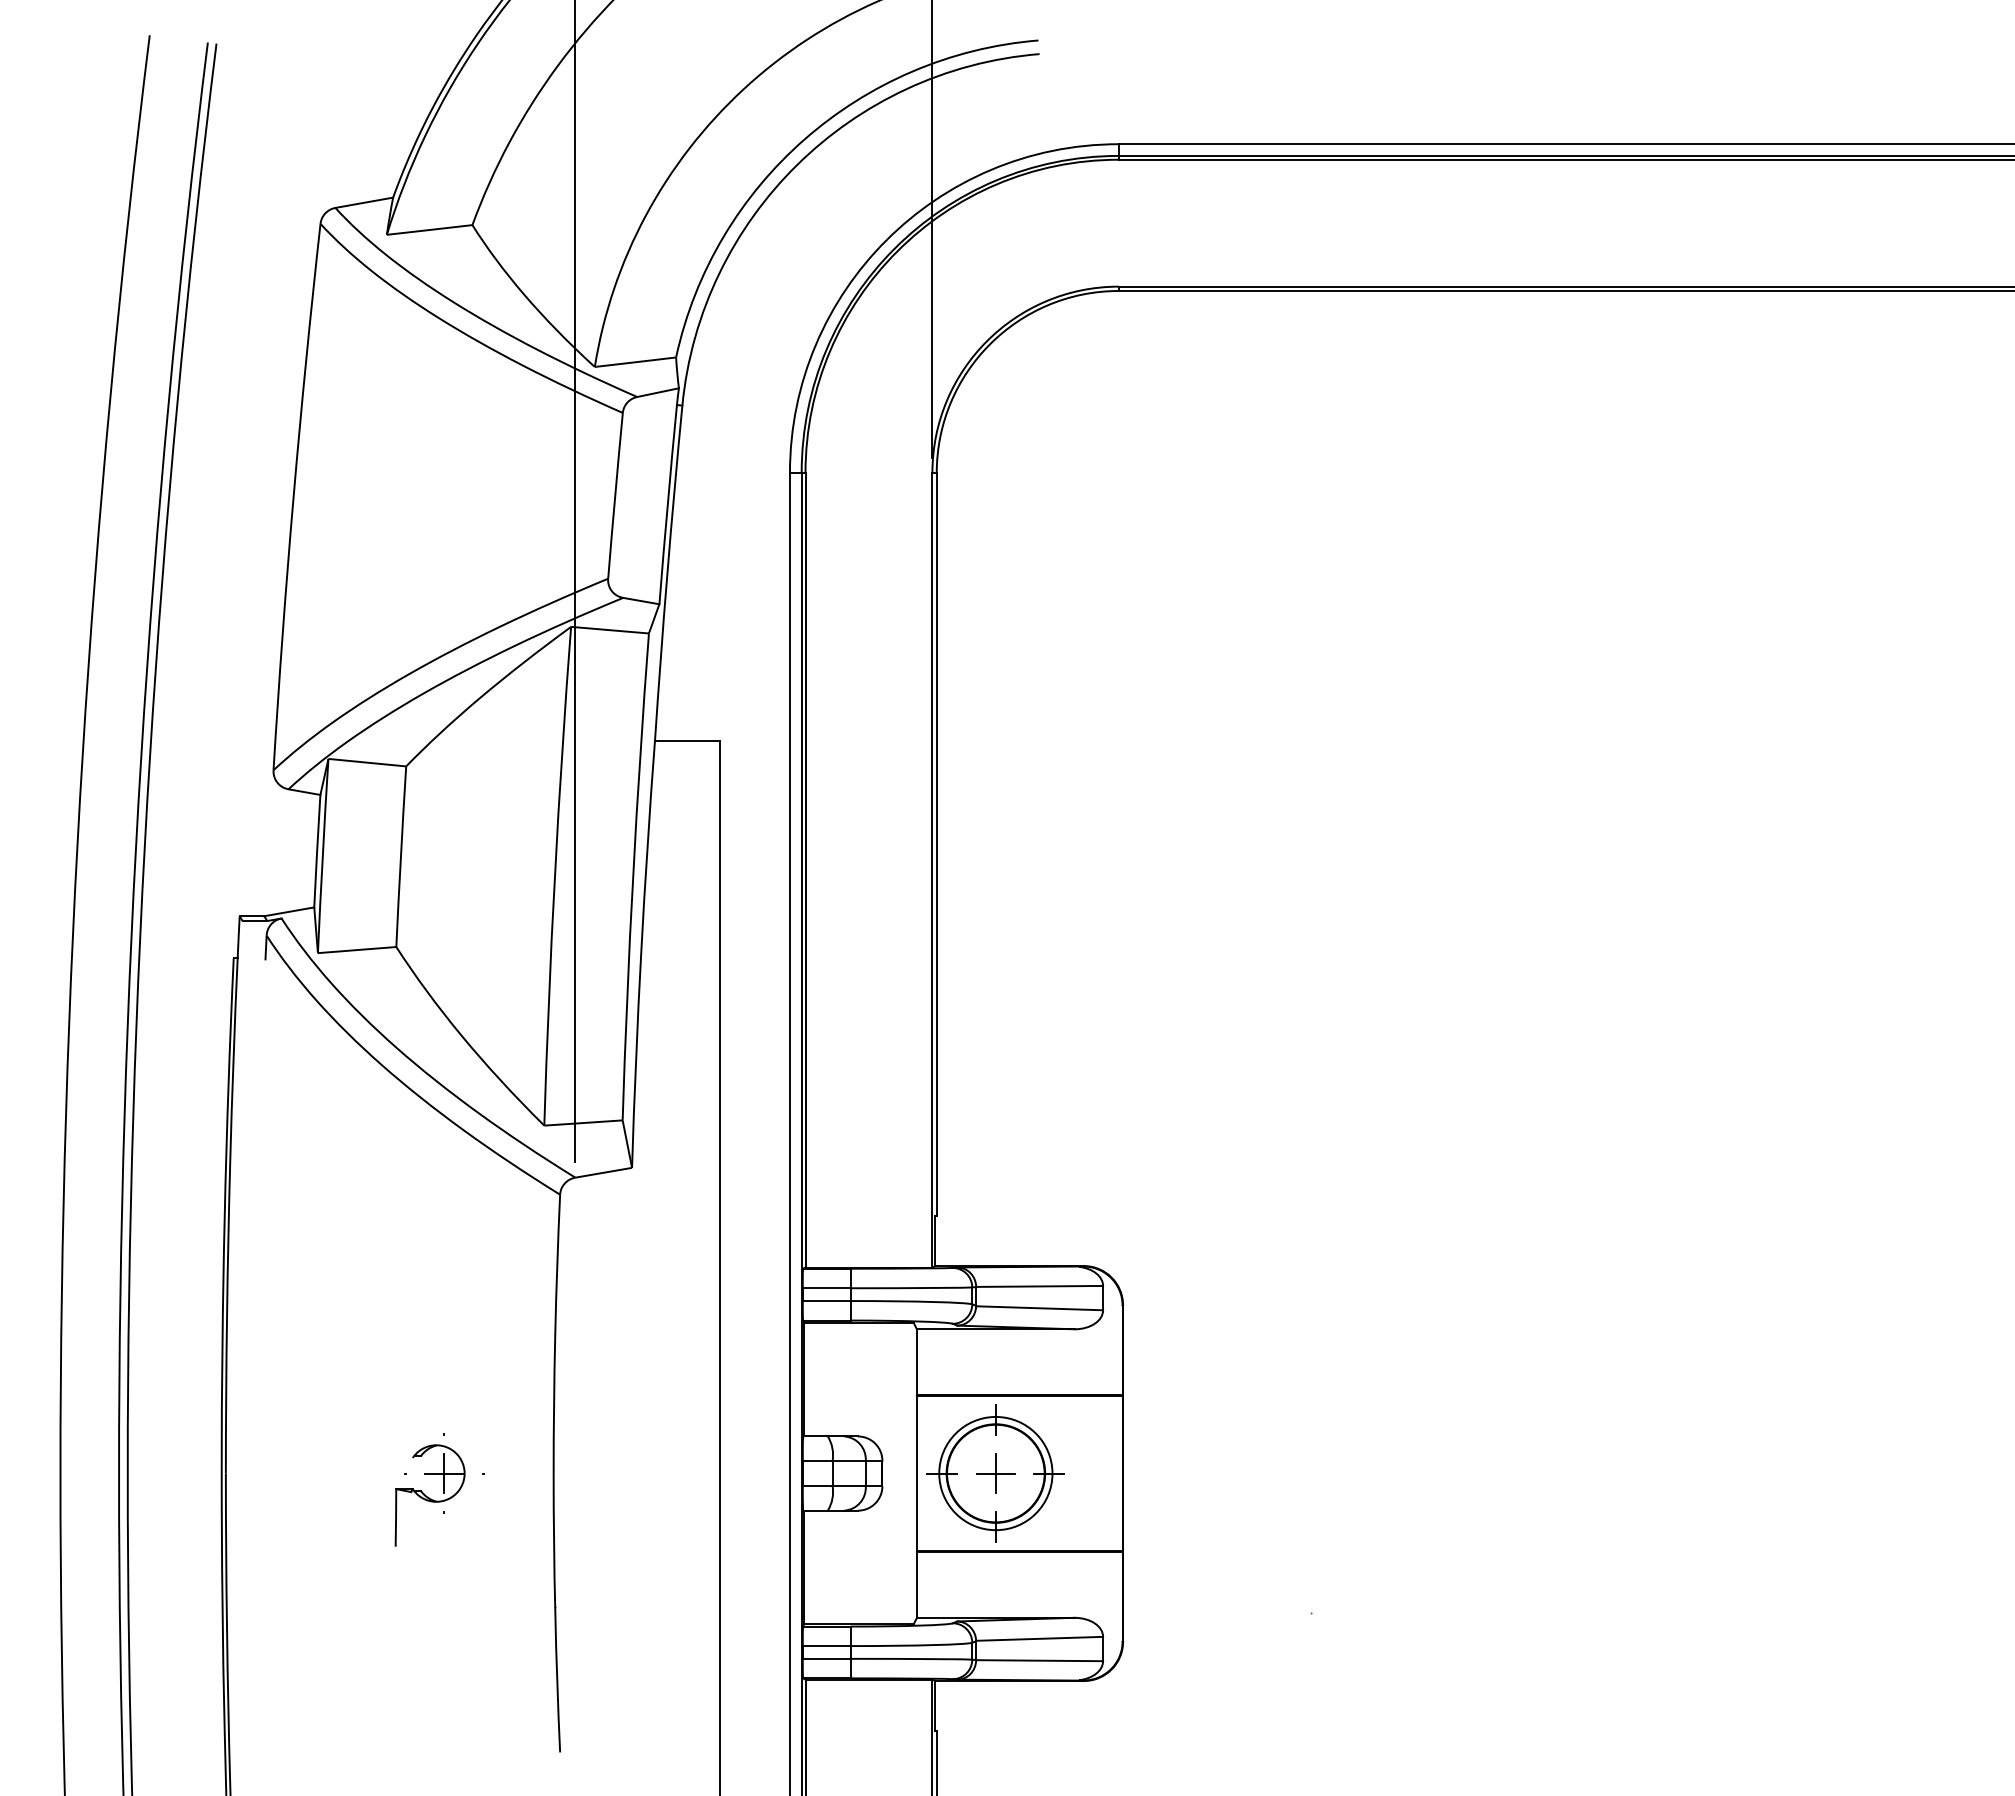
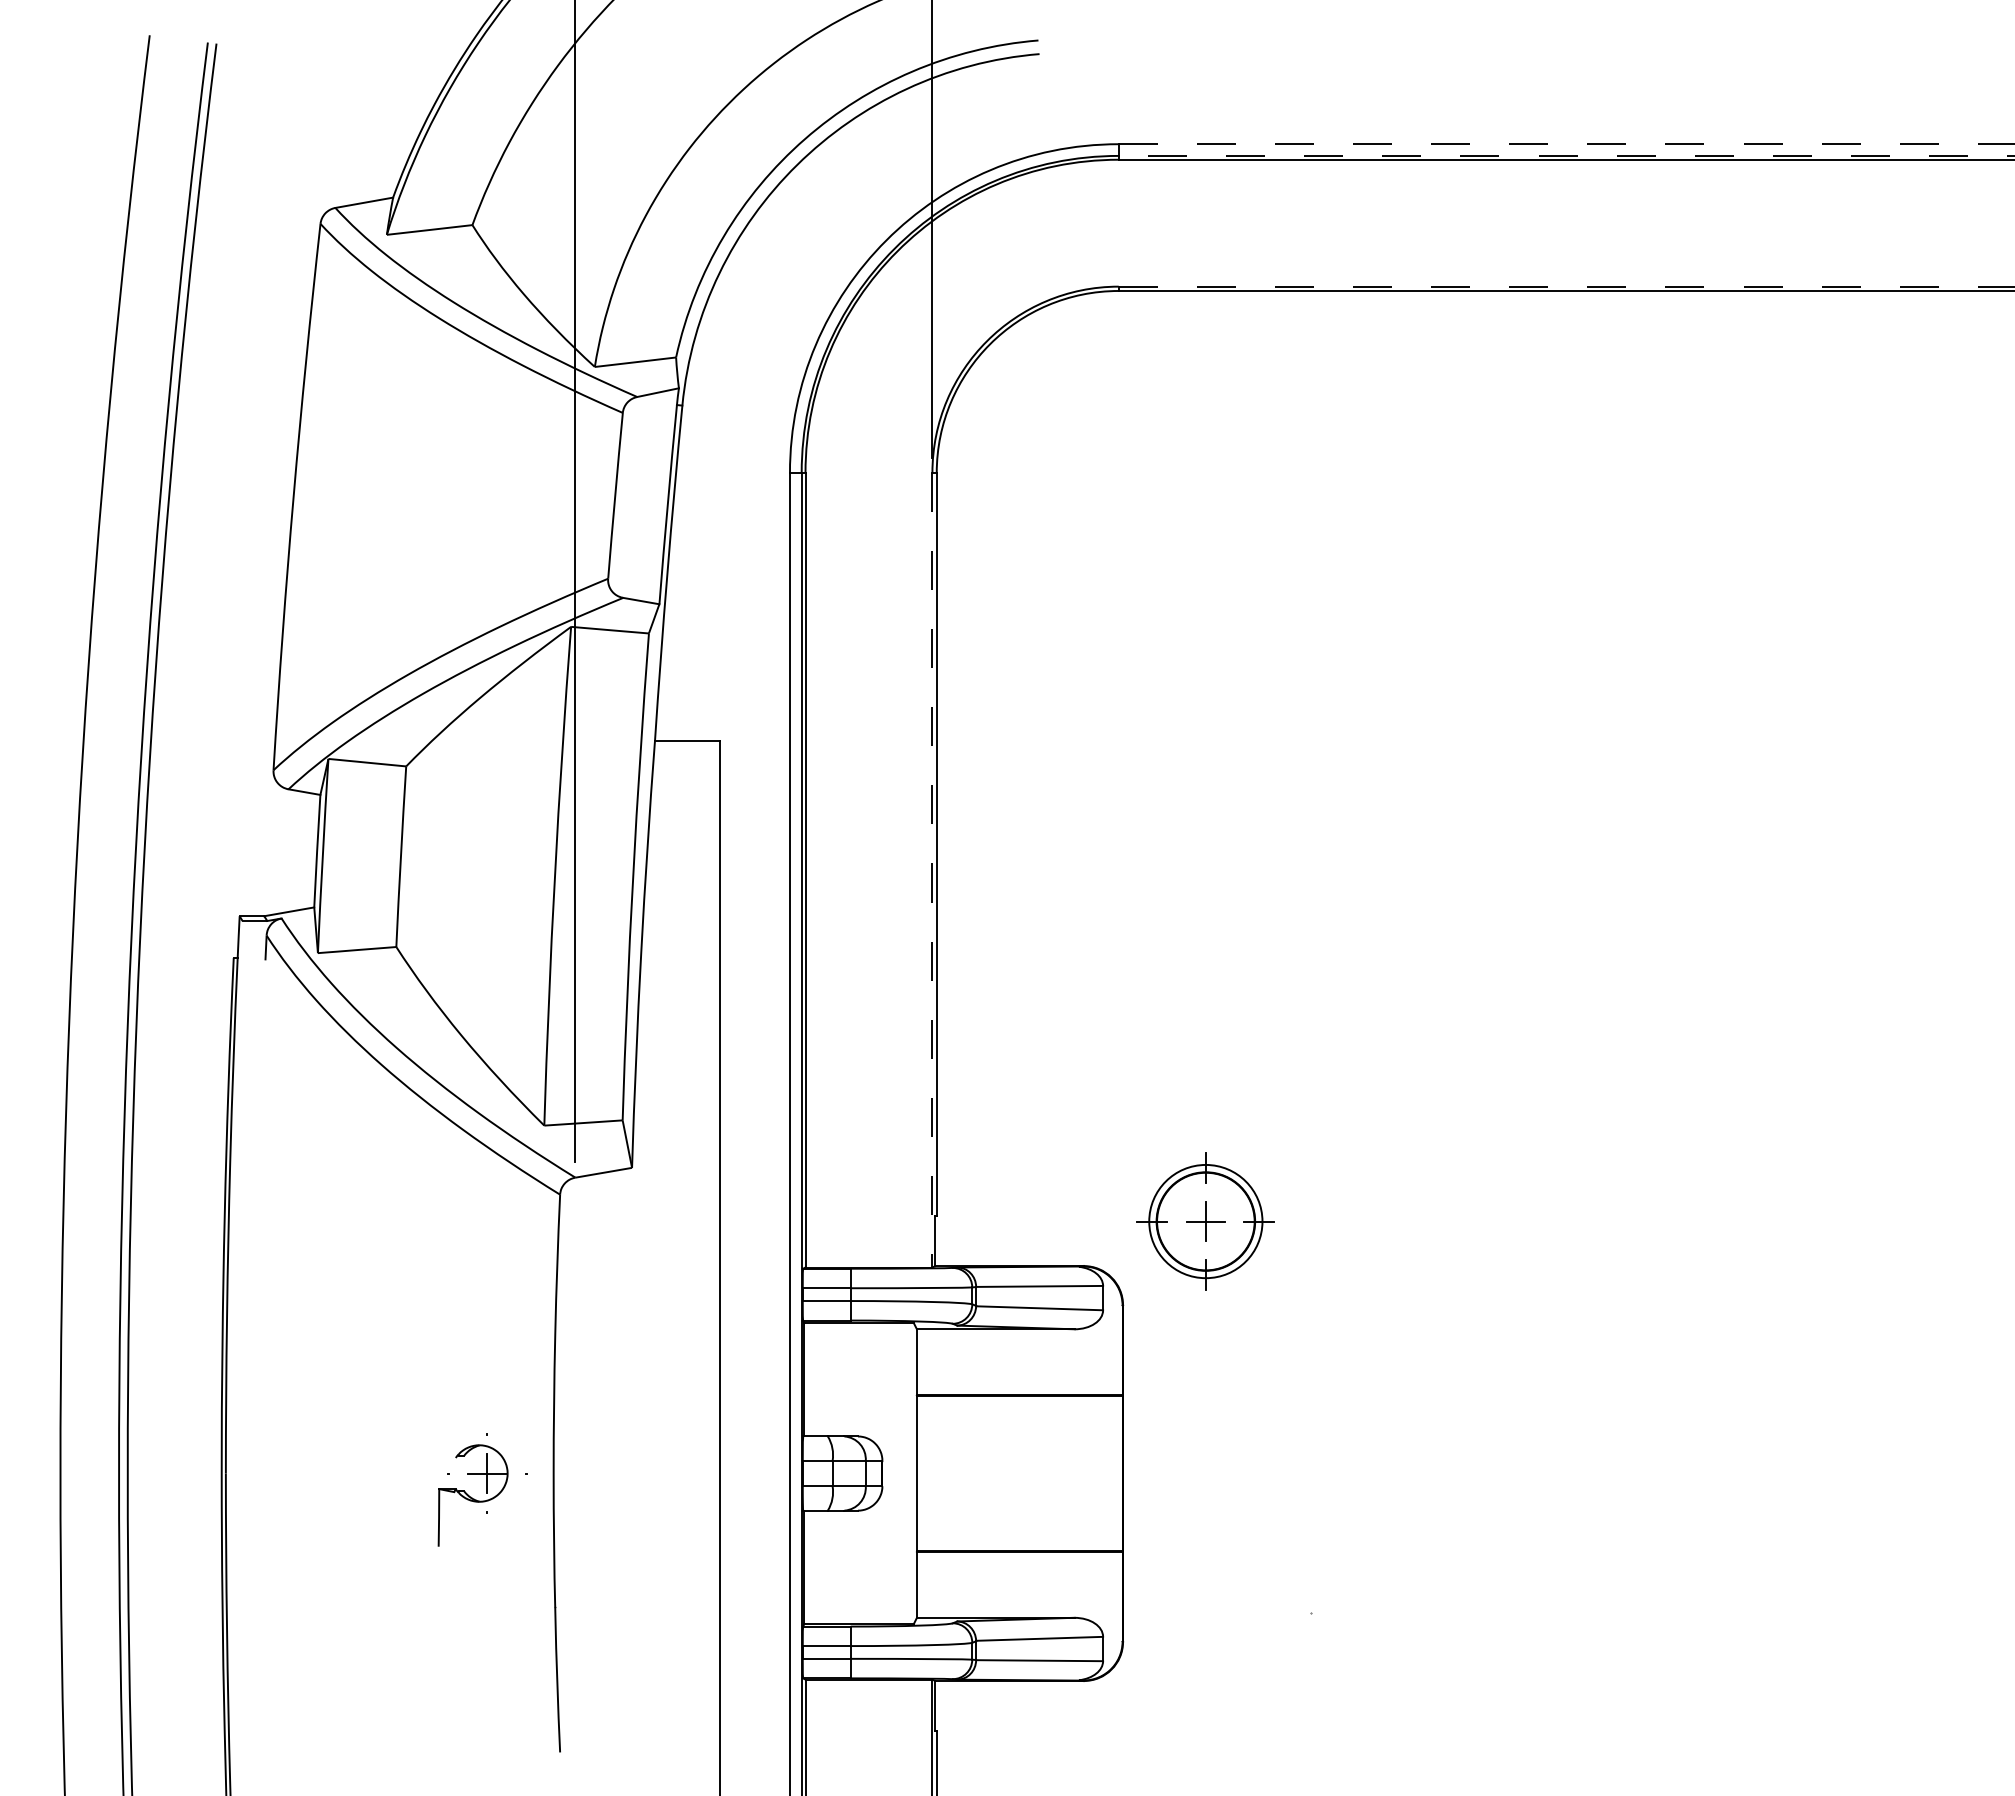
line at (1566, 144): solid -> dashed
line at (1566, 155): solid -> dashed
line at (1566, 286): solid -> dashed
line at (932, 870): solid -> dashed
part at (995, 1473) position: (995, 1473) -> (1205, 1221)
part at (439, 1489) position: (439, 1489) -> (482, 1489)
